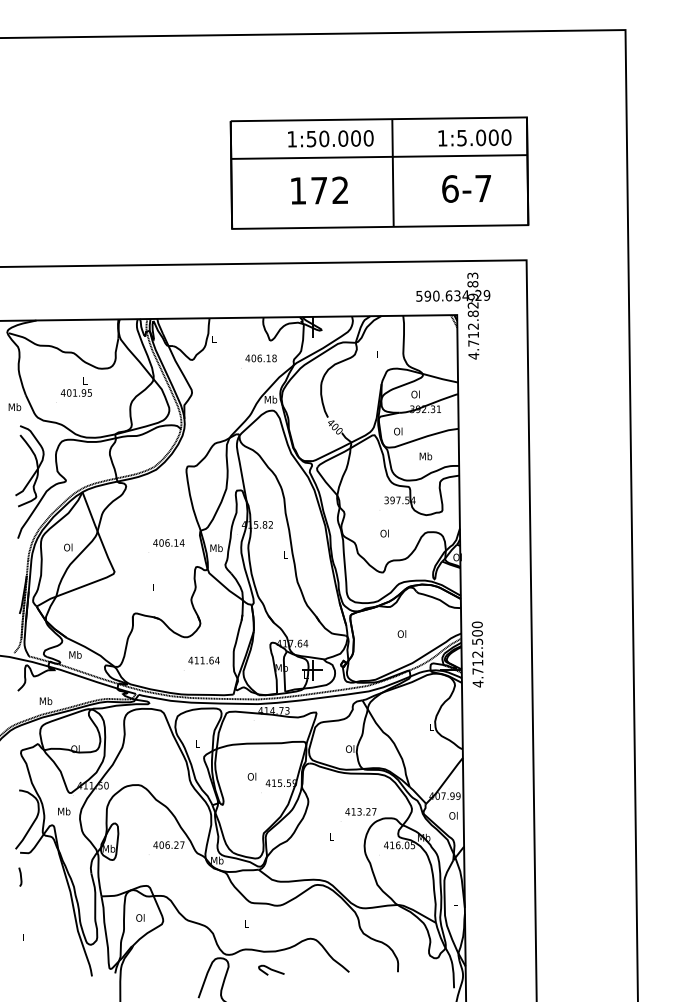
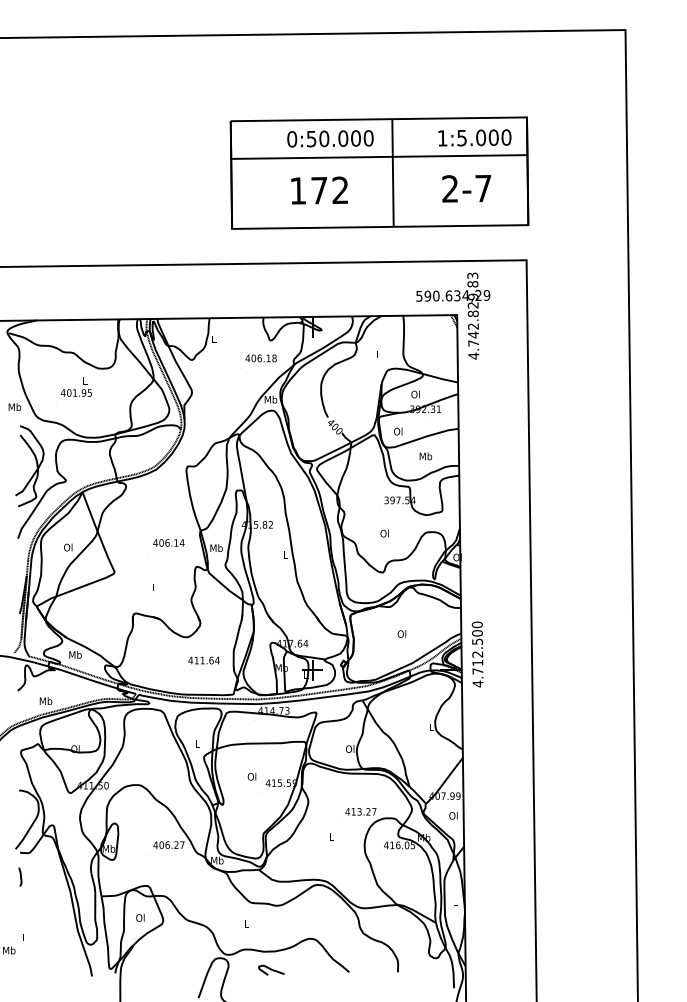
text at (292, 139): 1:50.000 -> 0:50.000
text at (450, 188): 6-7 -> 2-7
text at (473, 334): 4.712.829,83 -> 4.742.829,83
text at (64, 811) position: (64, 811) -> (9, 950)
